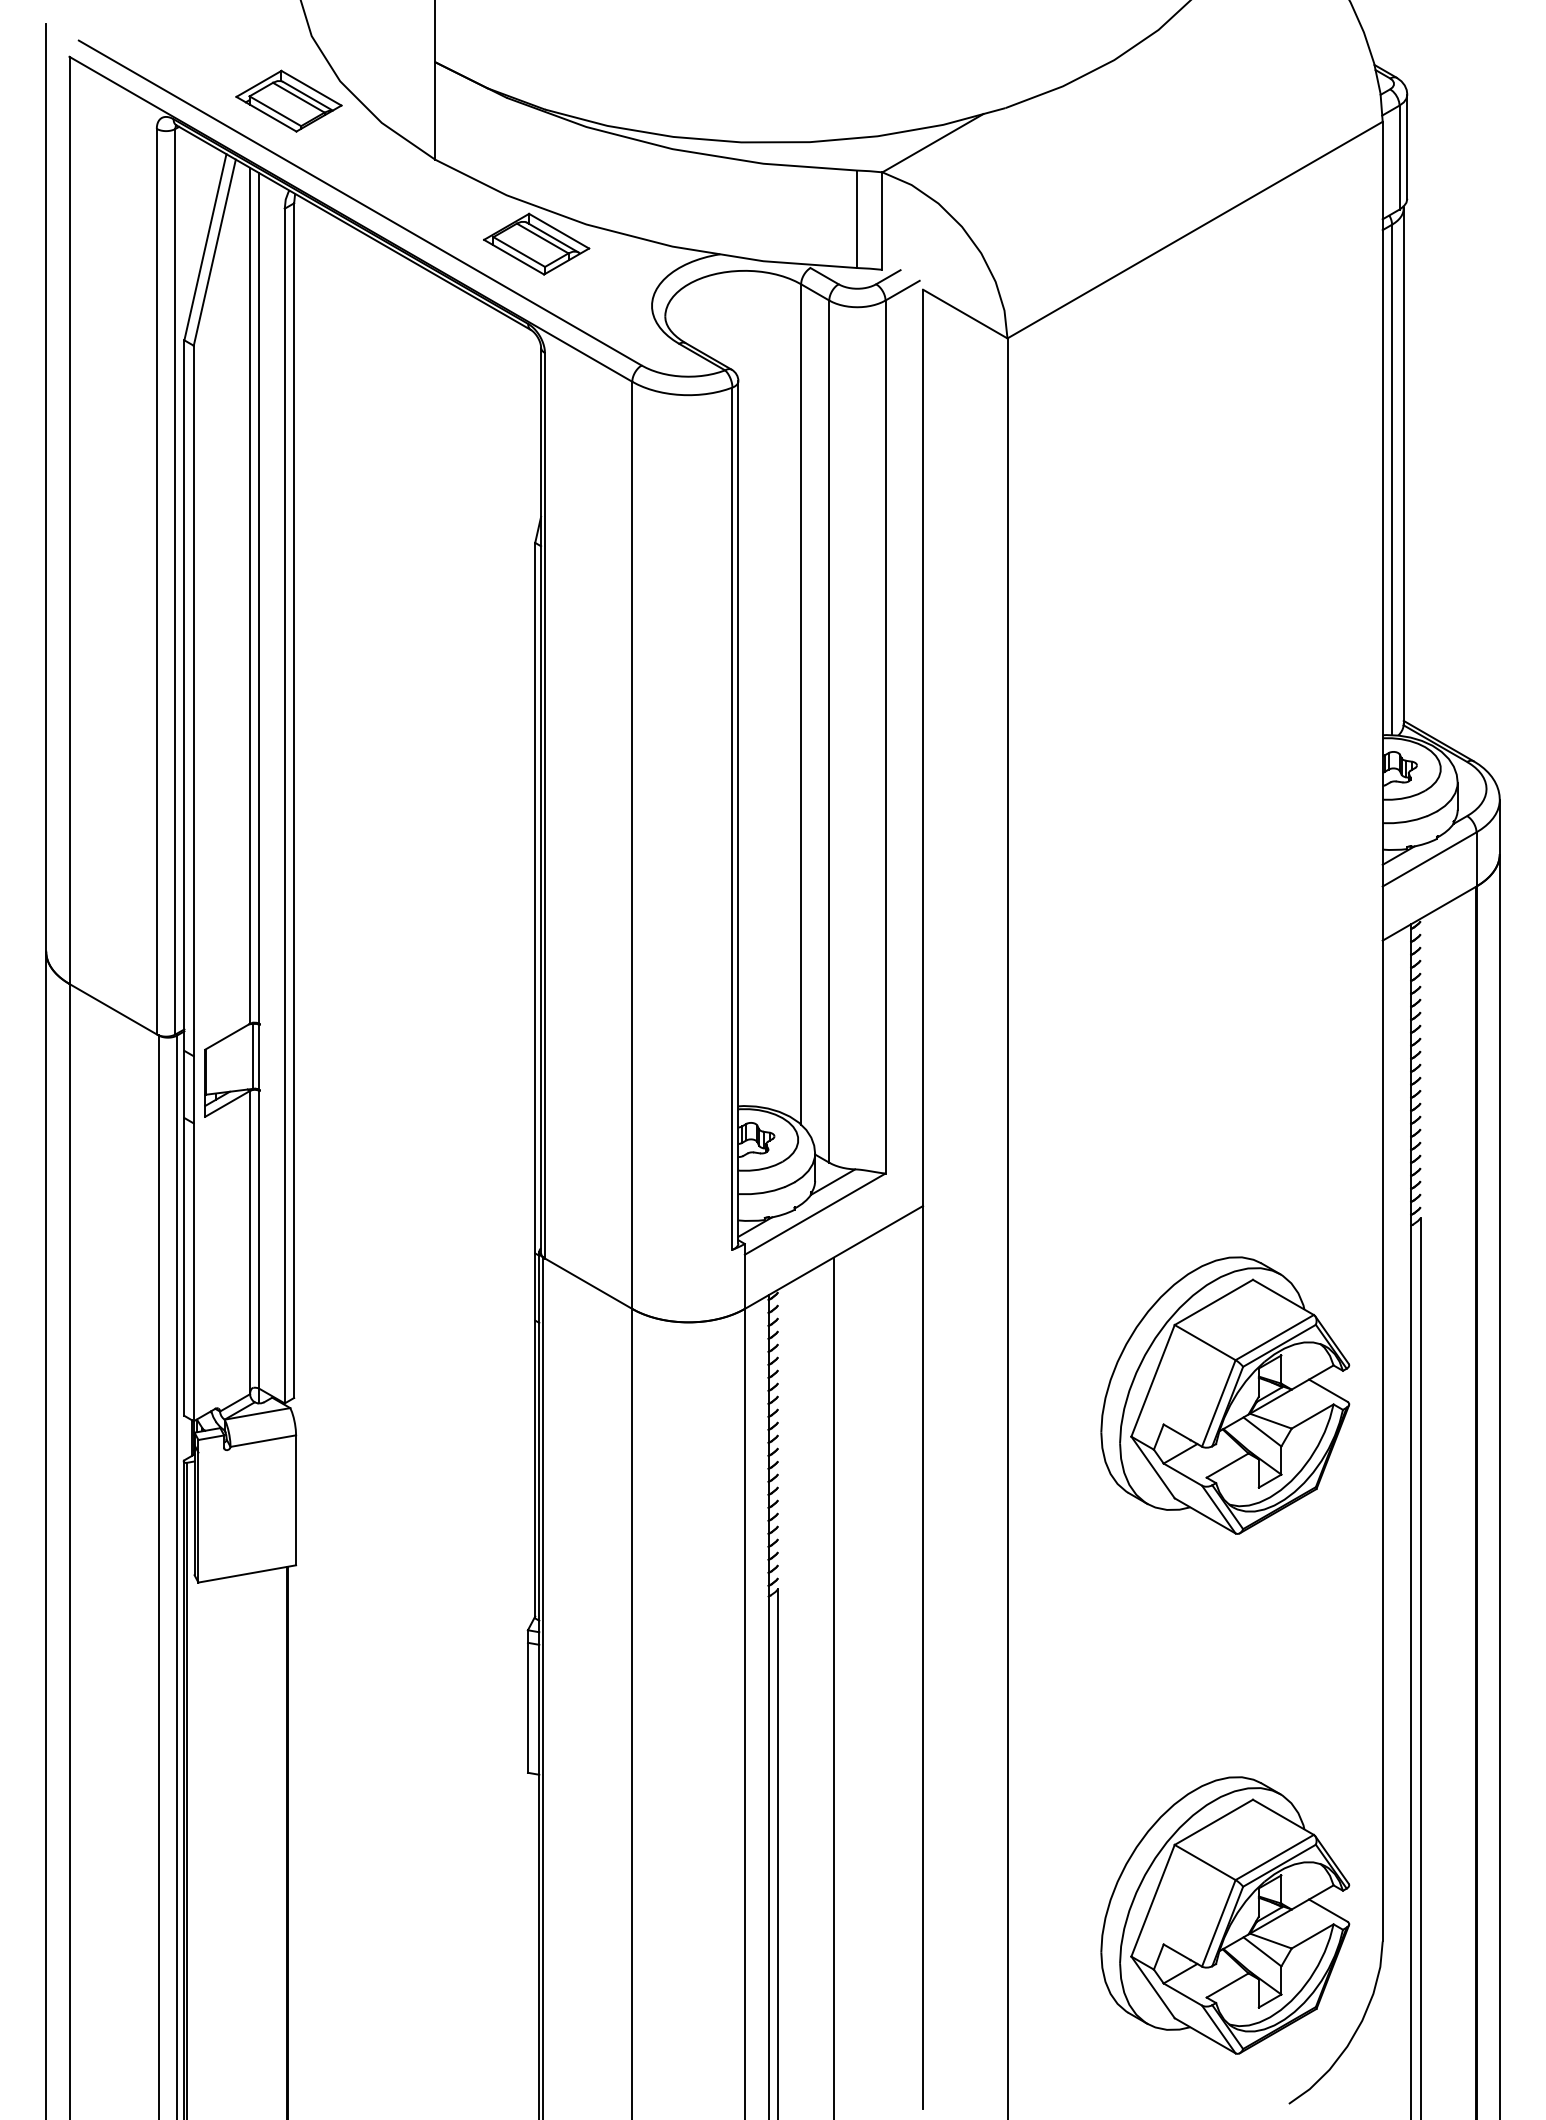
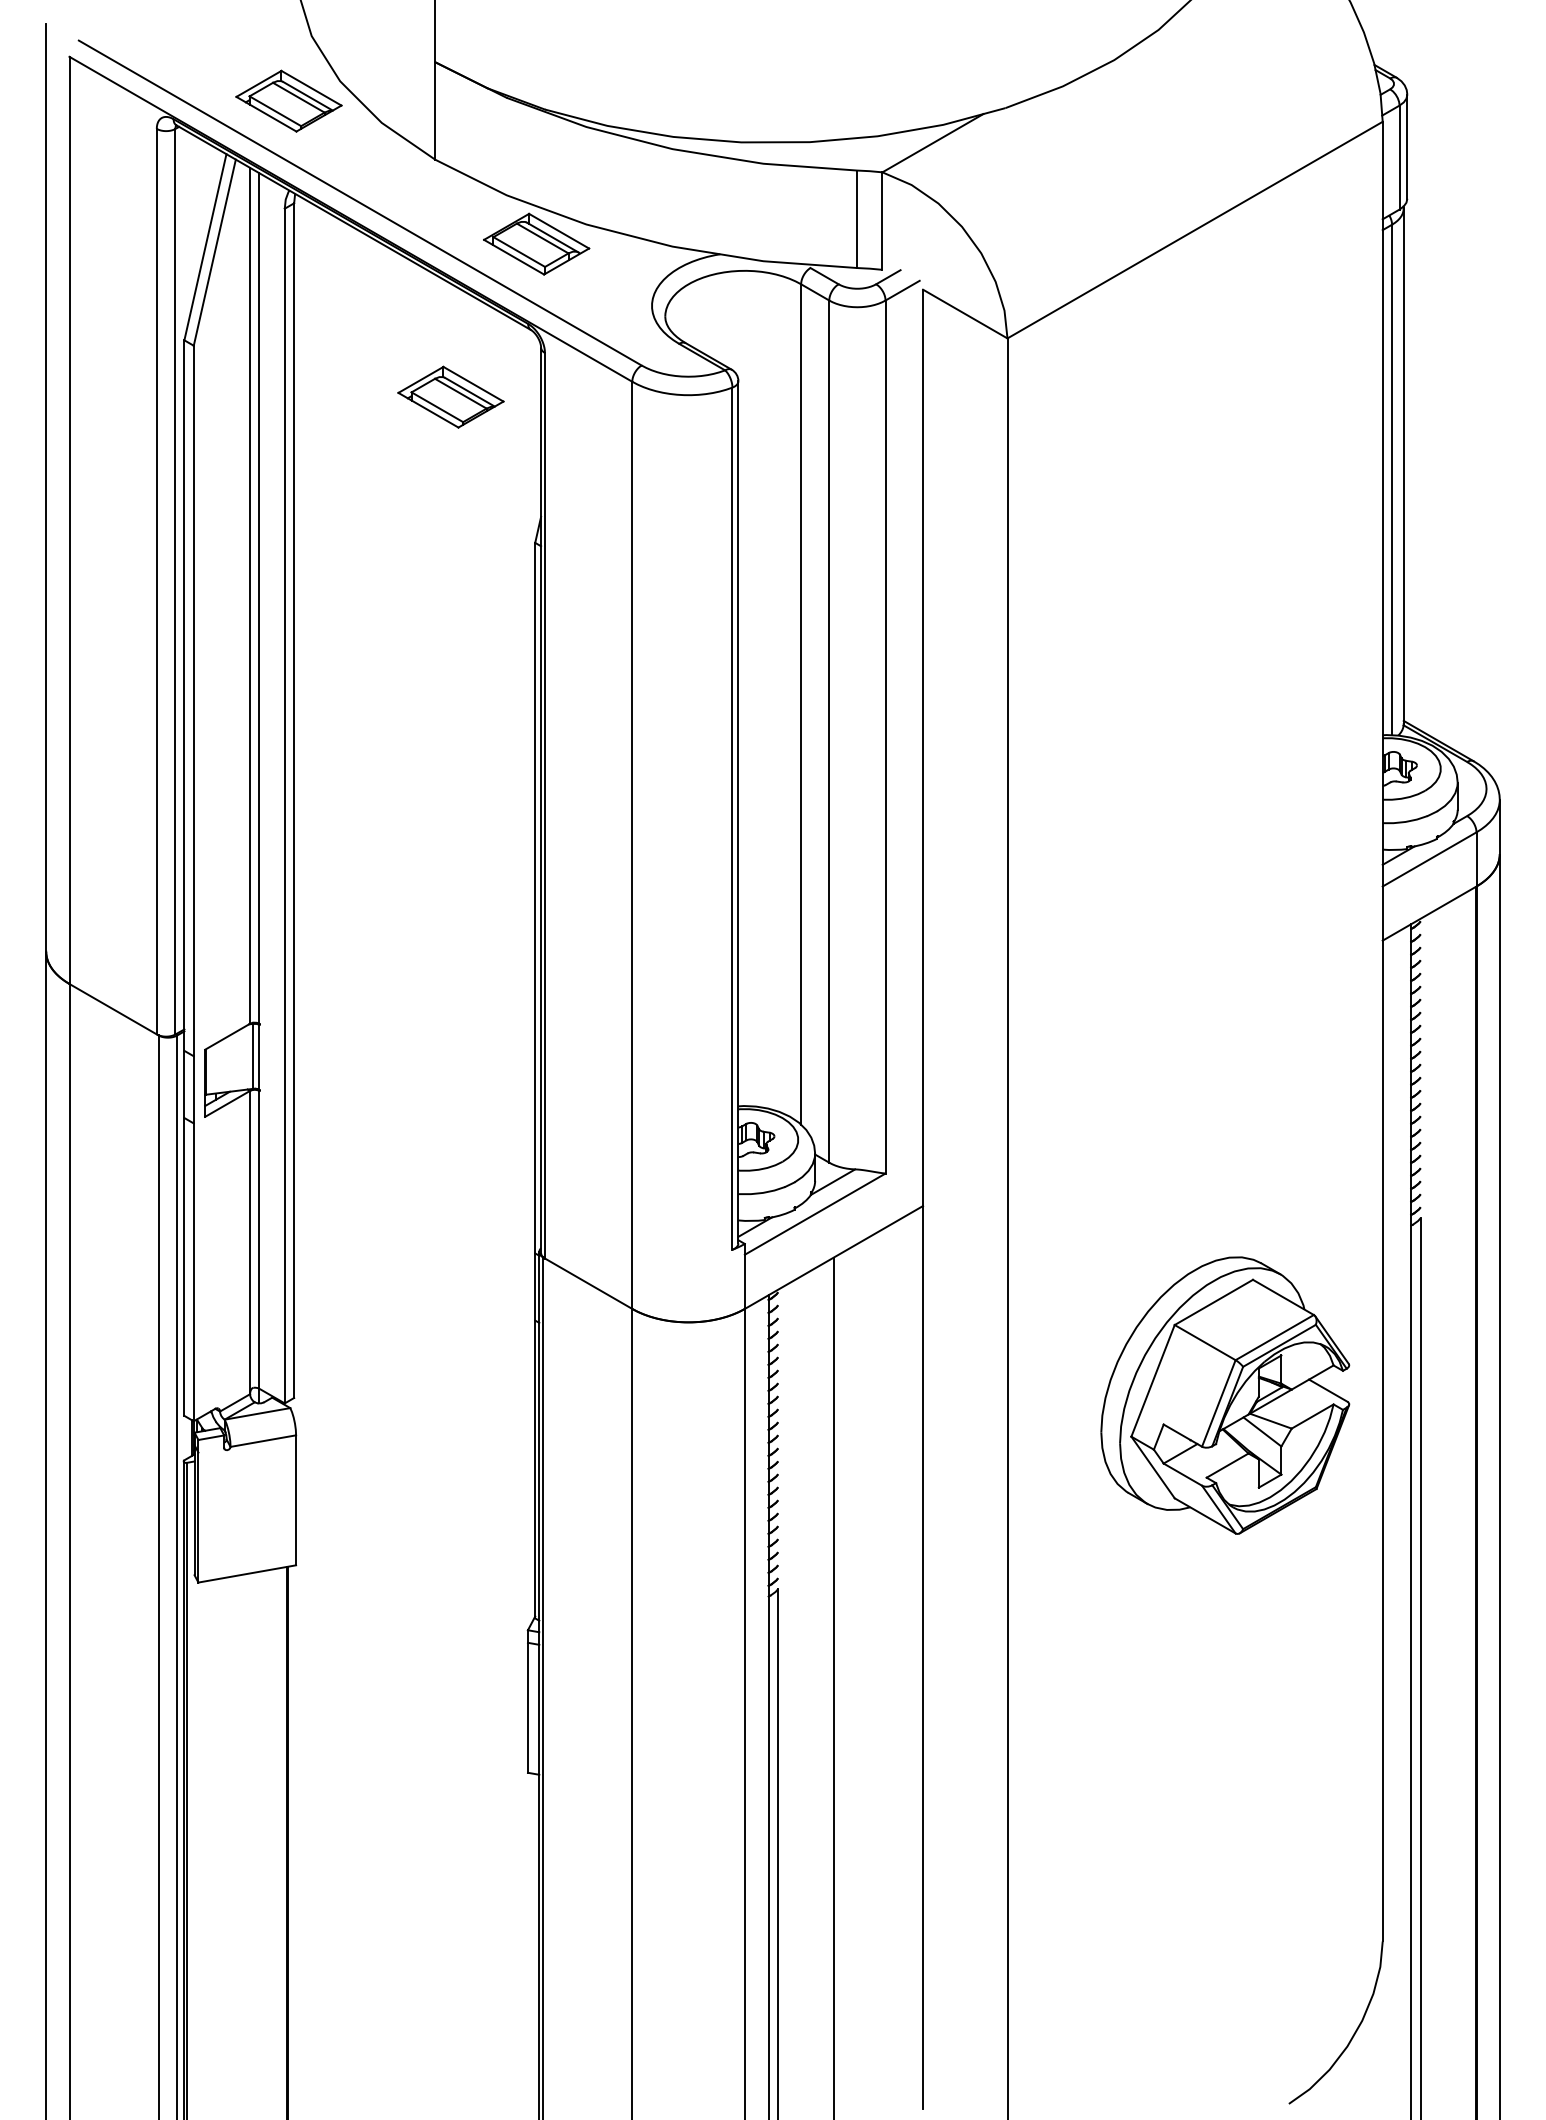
part at (450, 396): none -> present
part at (1225, 1915): present -> none
